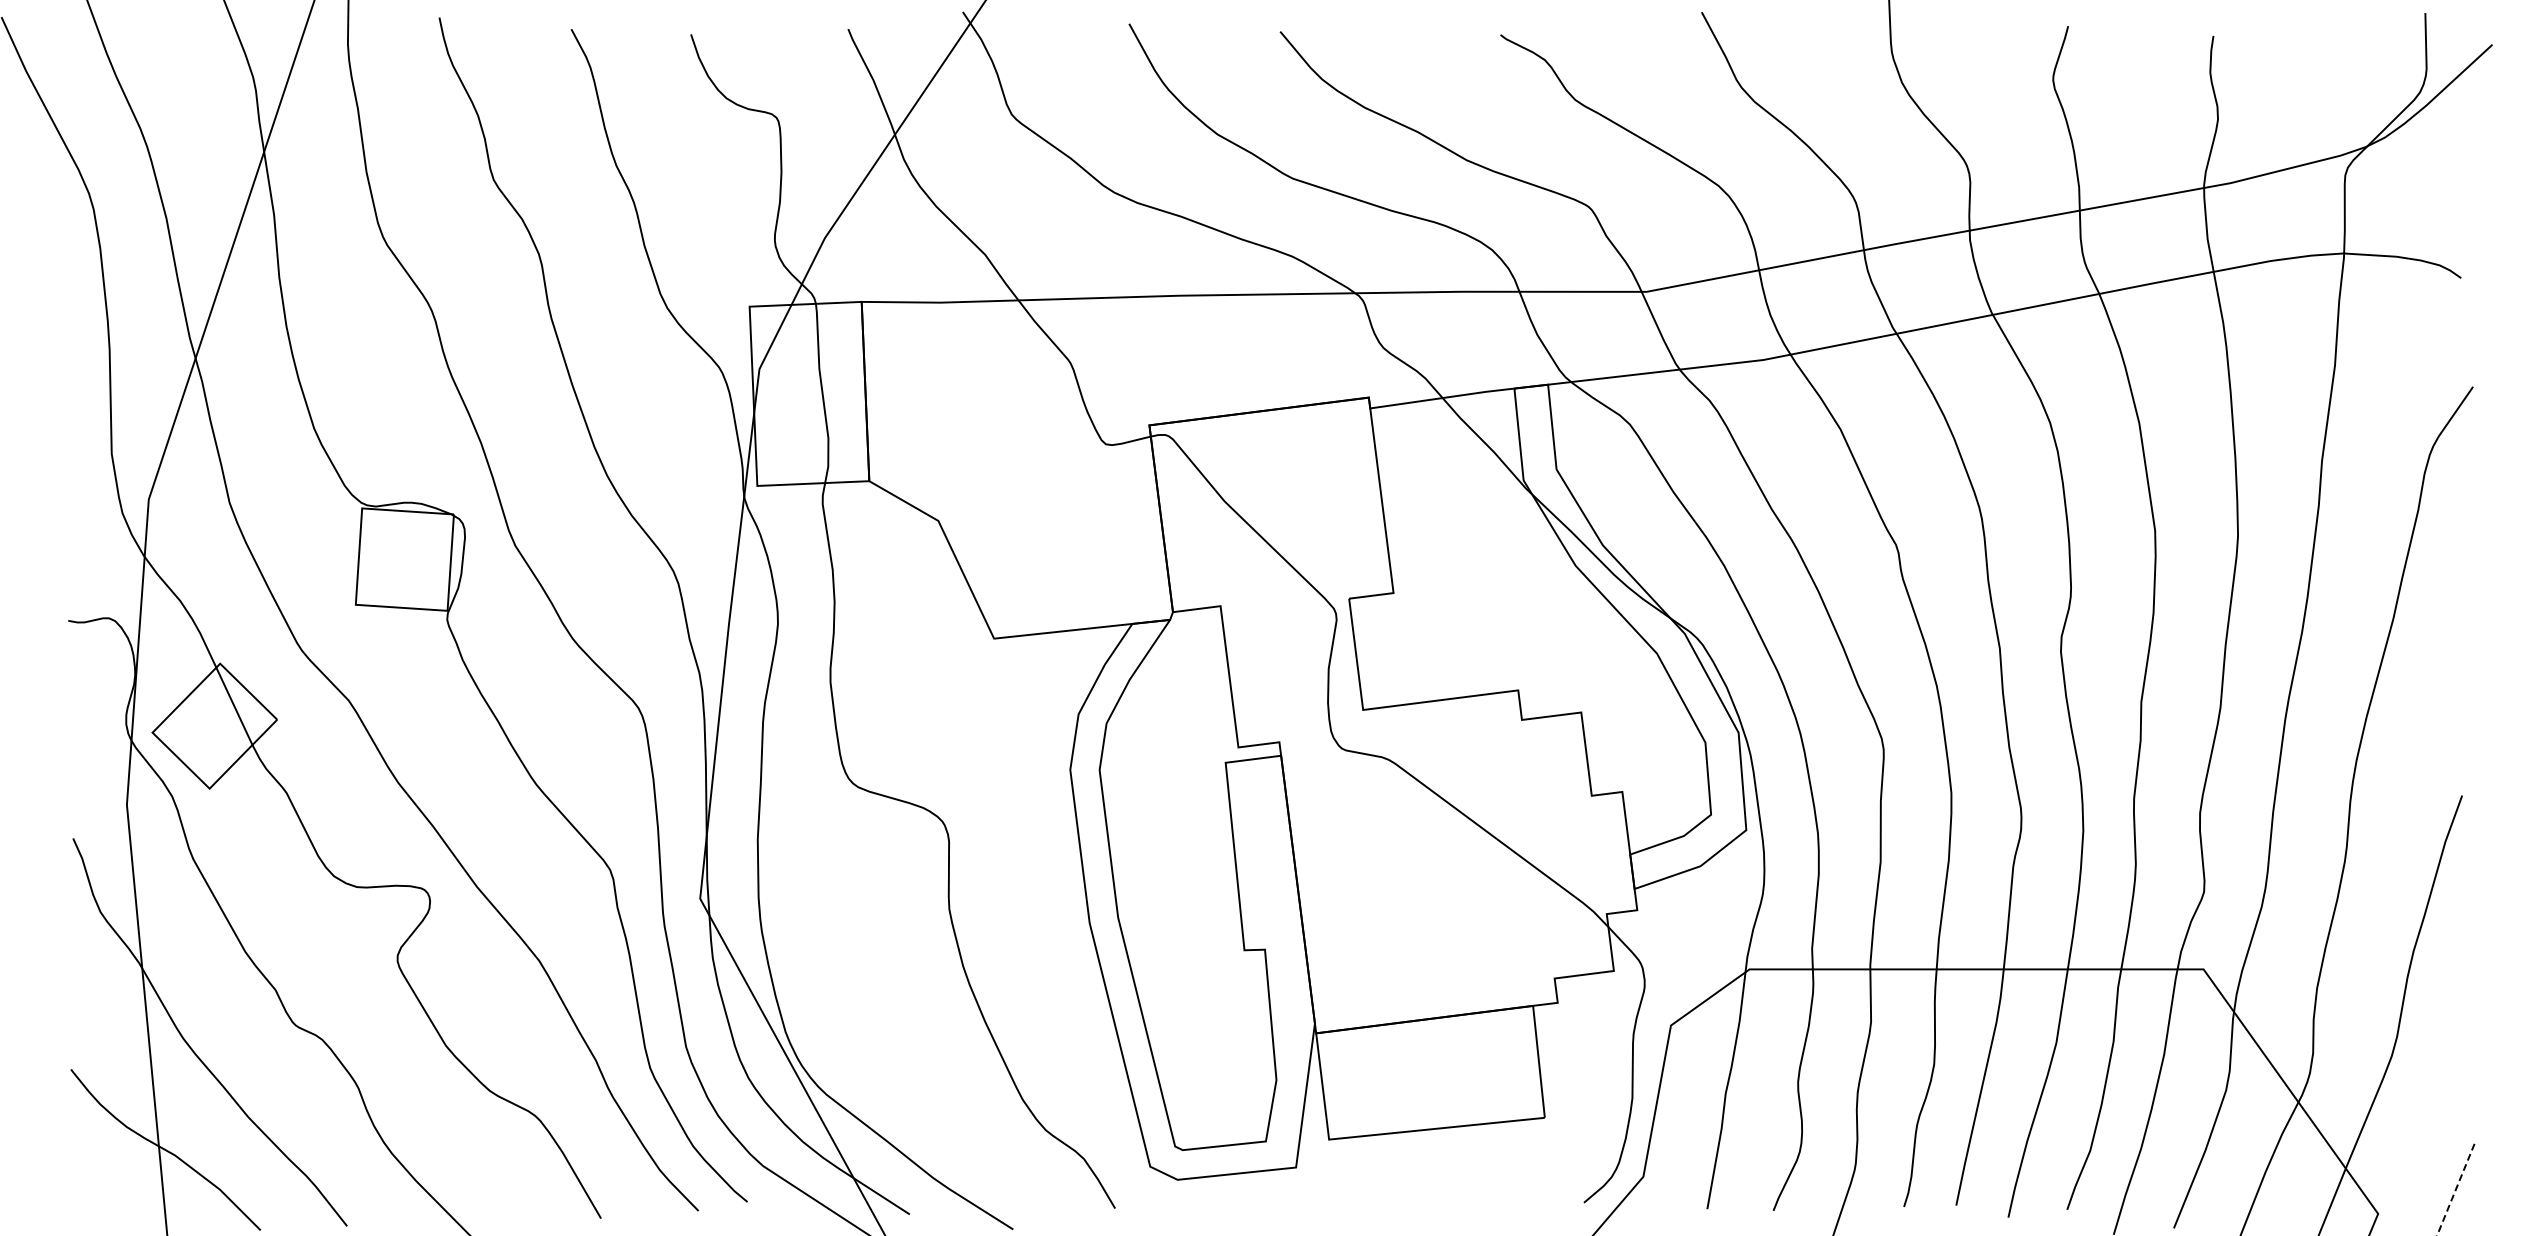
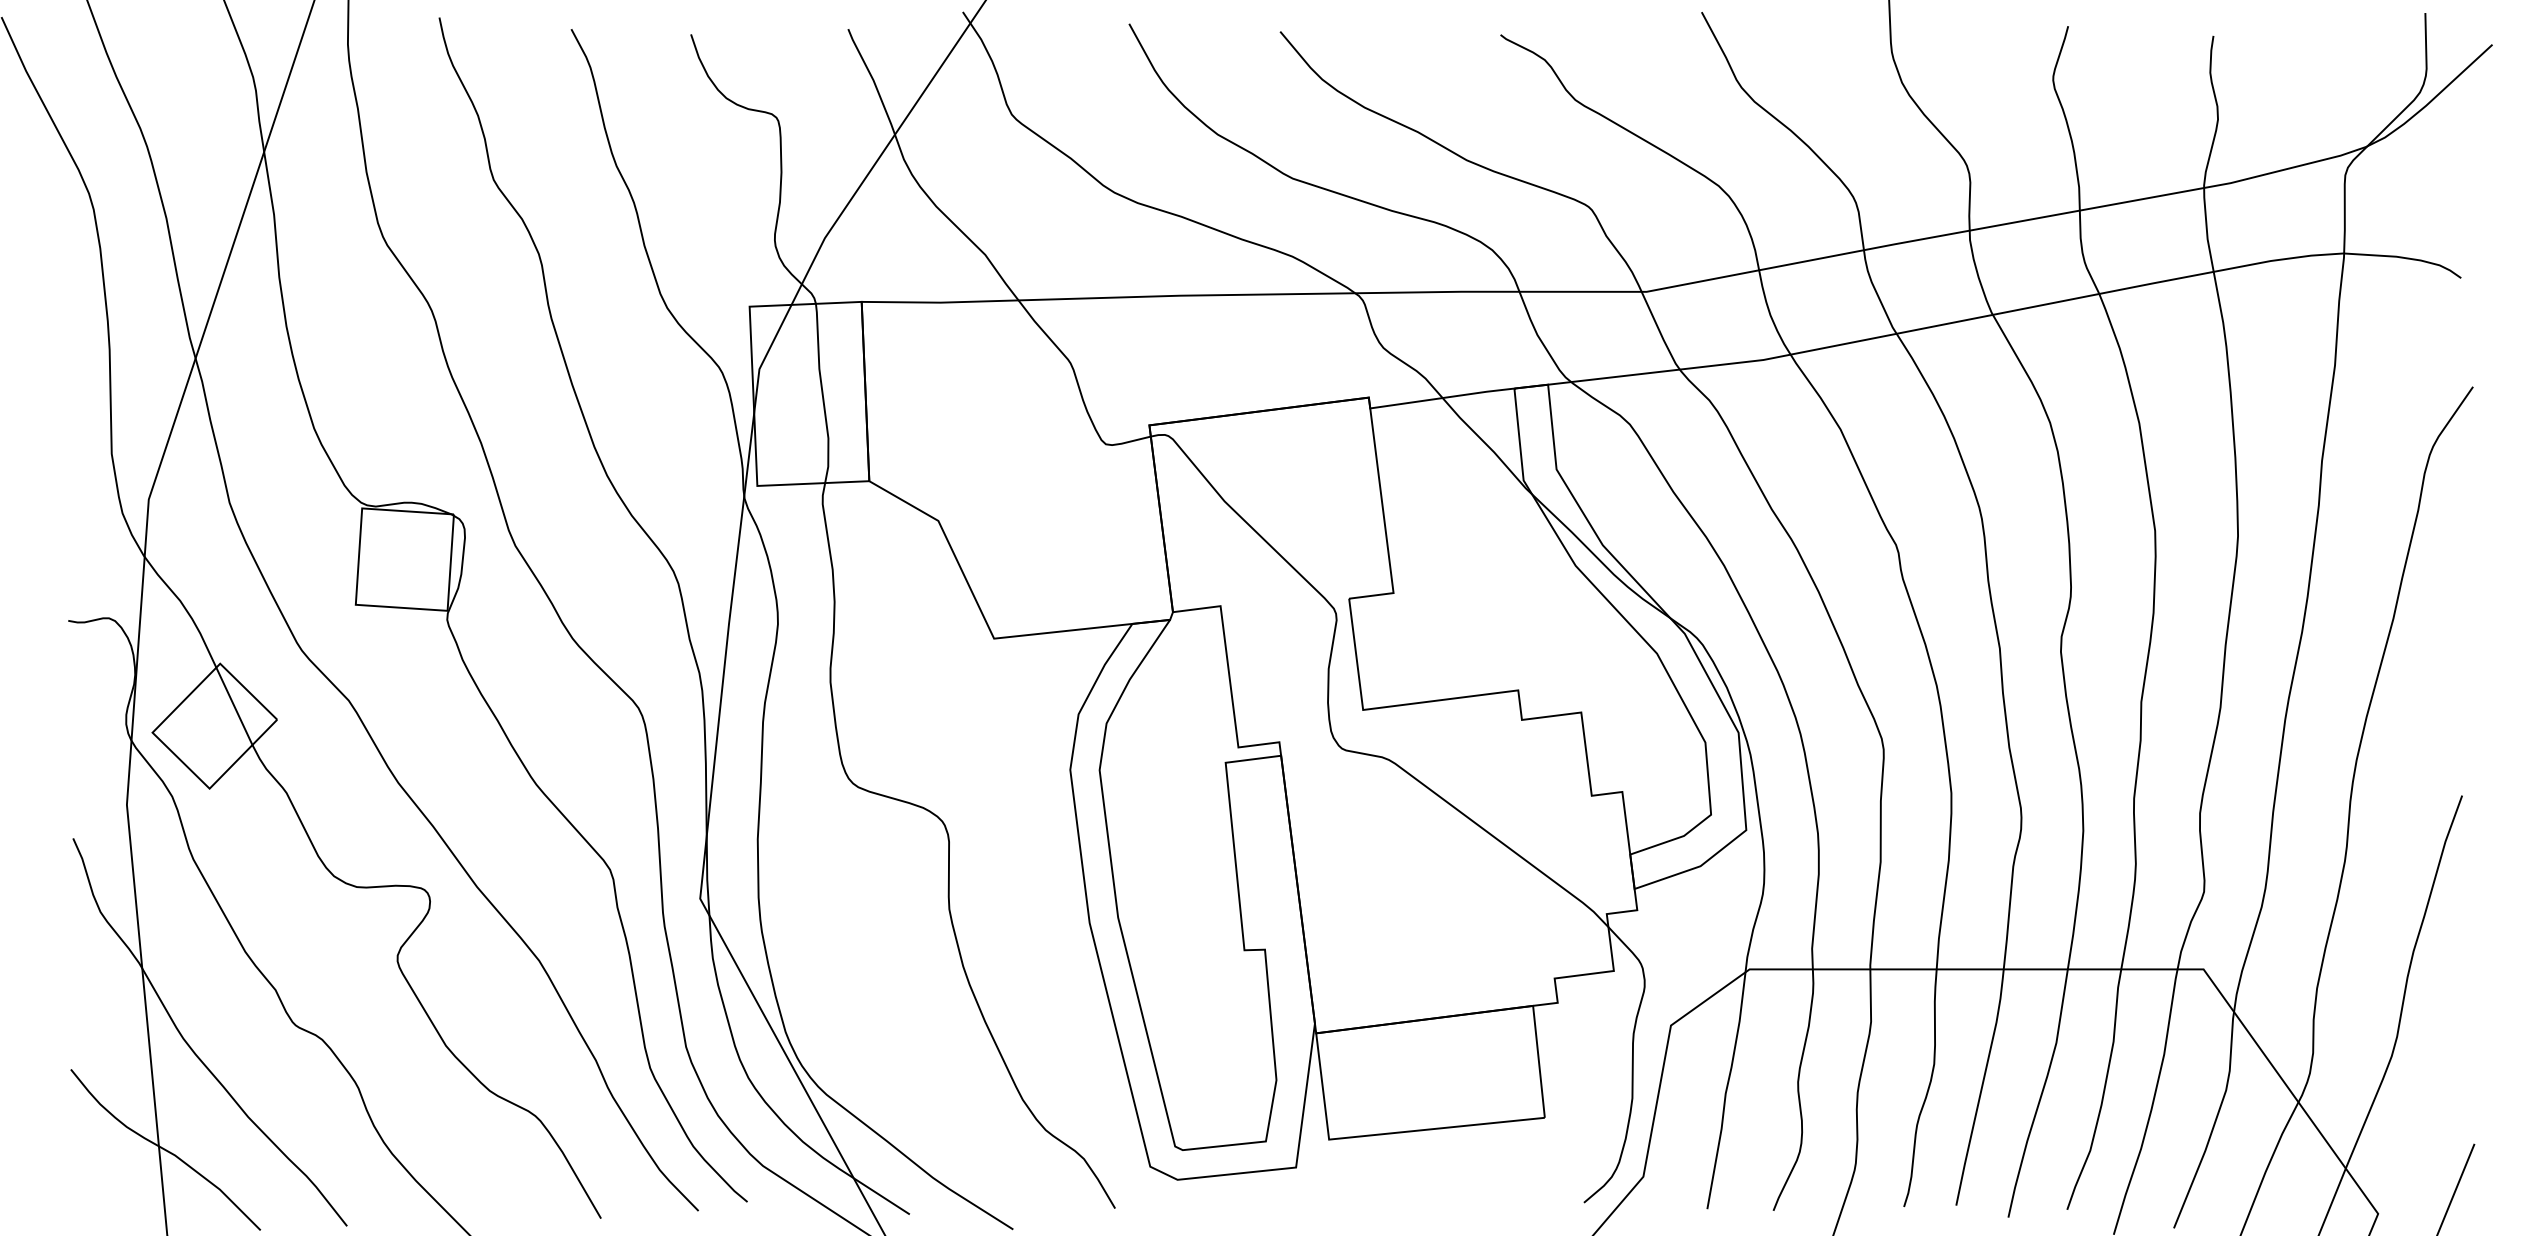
line at (2455, 1189): dashed -> solid
